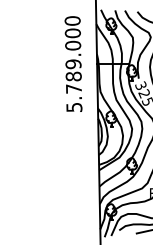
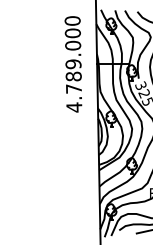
text at (74, 107): 5.789.000 -> 4.789.000
